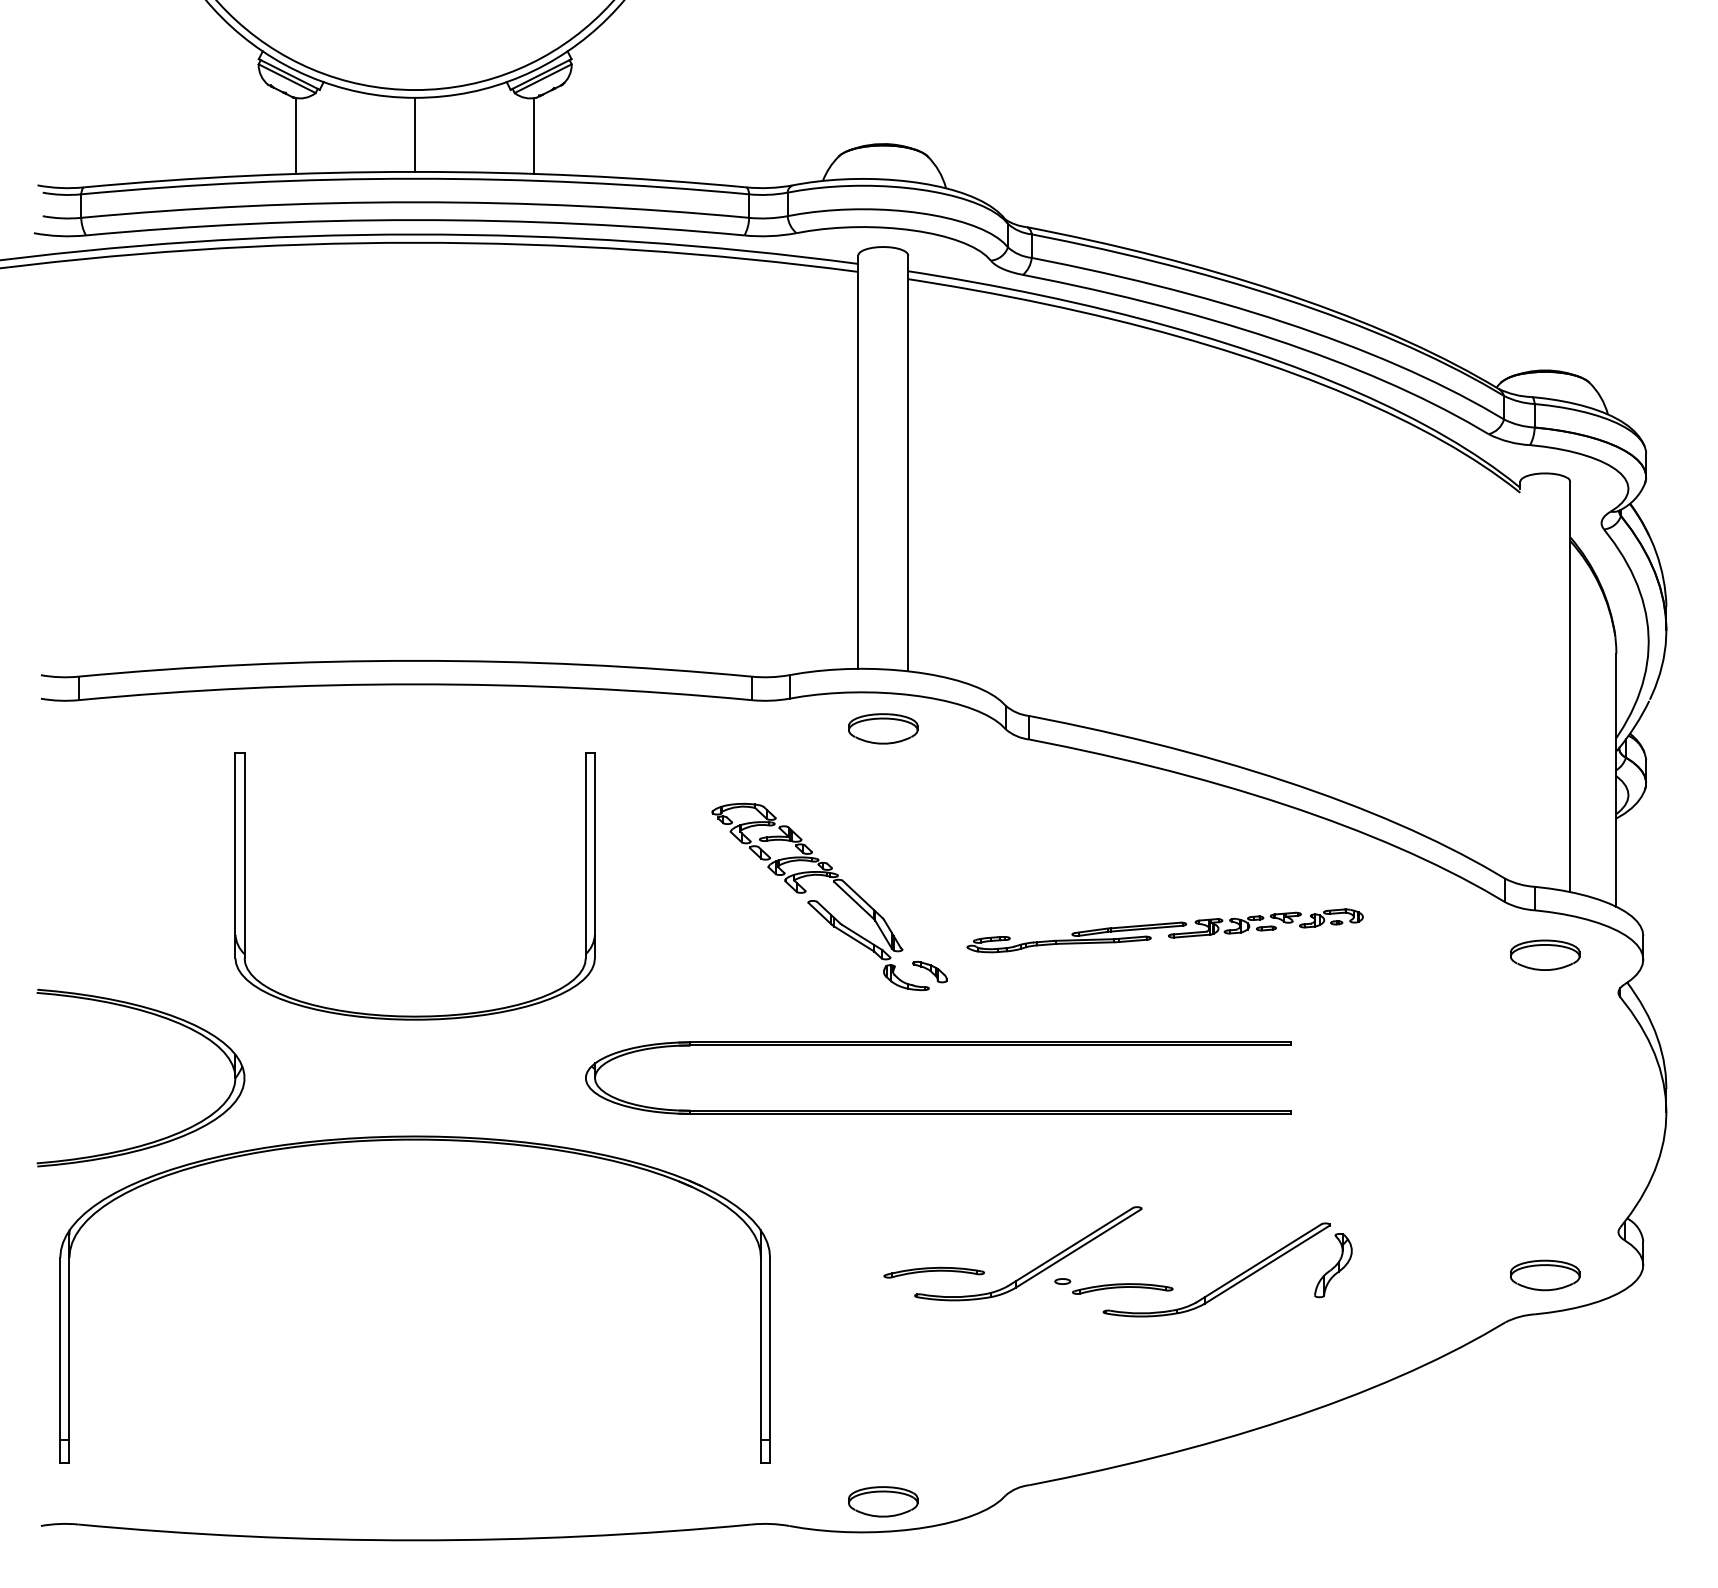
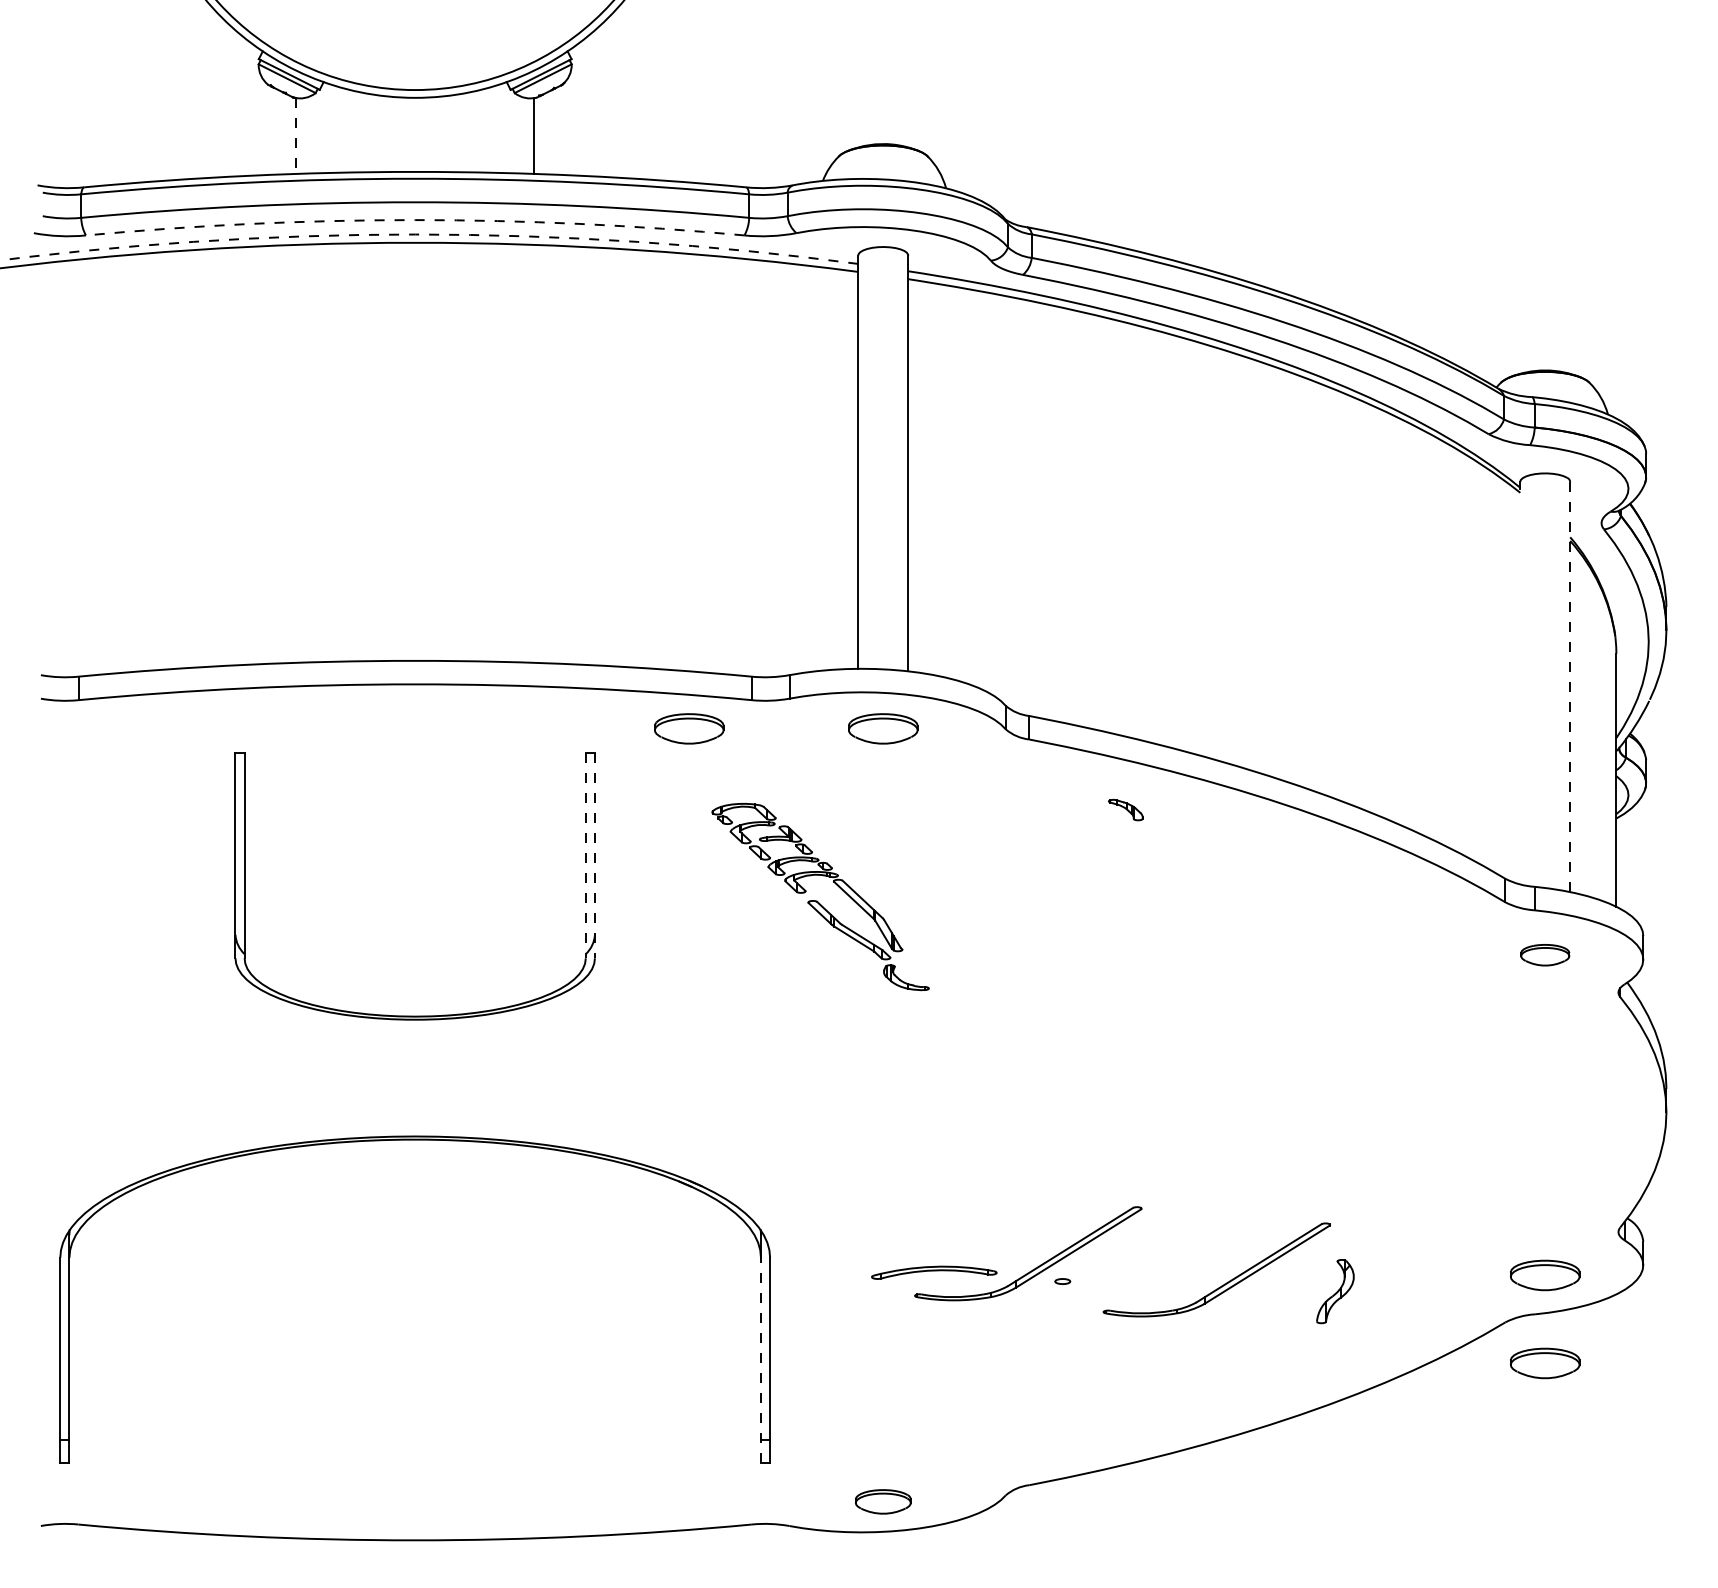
line at (415, 134): present -> none
line at (296, 136): solid -> dashed
arc at (415, 220): solid -> dashed
arc at (429, 234): solid -> dashed
line at (1570, 686): solid -> dashed
part at (689, 728): none -> present
line at (585, 855): solid -> dashed
line at (594, 855): solid -> dashed
part at (1164, 930): present -> none
part at (1545, 954) size: 71x32 px -> 51x23 px
part at (929, 971) position: (929, 971) -> (1125, 809)
part at (160, 1017): present -> none
part at (938, 1045): present -> none
part at (1333, 1265) position: (1333, 1265) -> (1335, 1291)
part at (933, 1272) size: 102x13 px -> 127x15 px
part at (1122, 1288): present -> none
line at (760, 1360): solid -> dashed
part at (1545, 1363): none -> present
part at (883, 1501) size: 71x32 px -> 57x26 px
